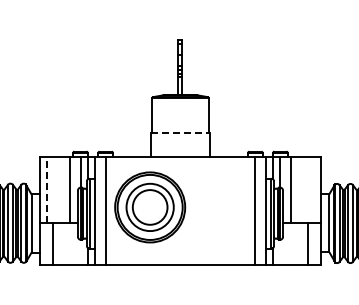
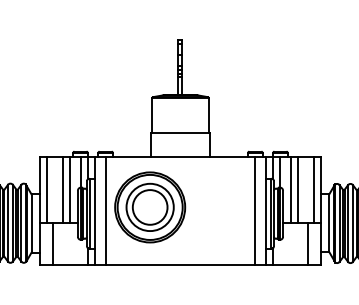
line at (180, 133): dashed -> solid
line at (47, 190): dashed -> solid
line at (62, 190): none -> present
line at (298, 190): none -> present
line at (313, 190): none -> present
